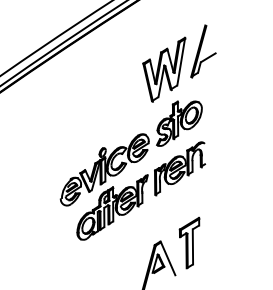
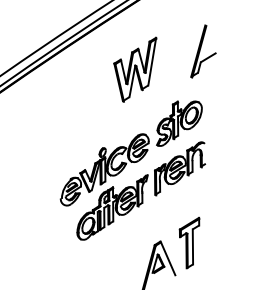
part at (164, 69) position: (164, 69) -> (135, 69)
